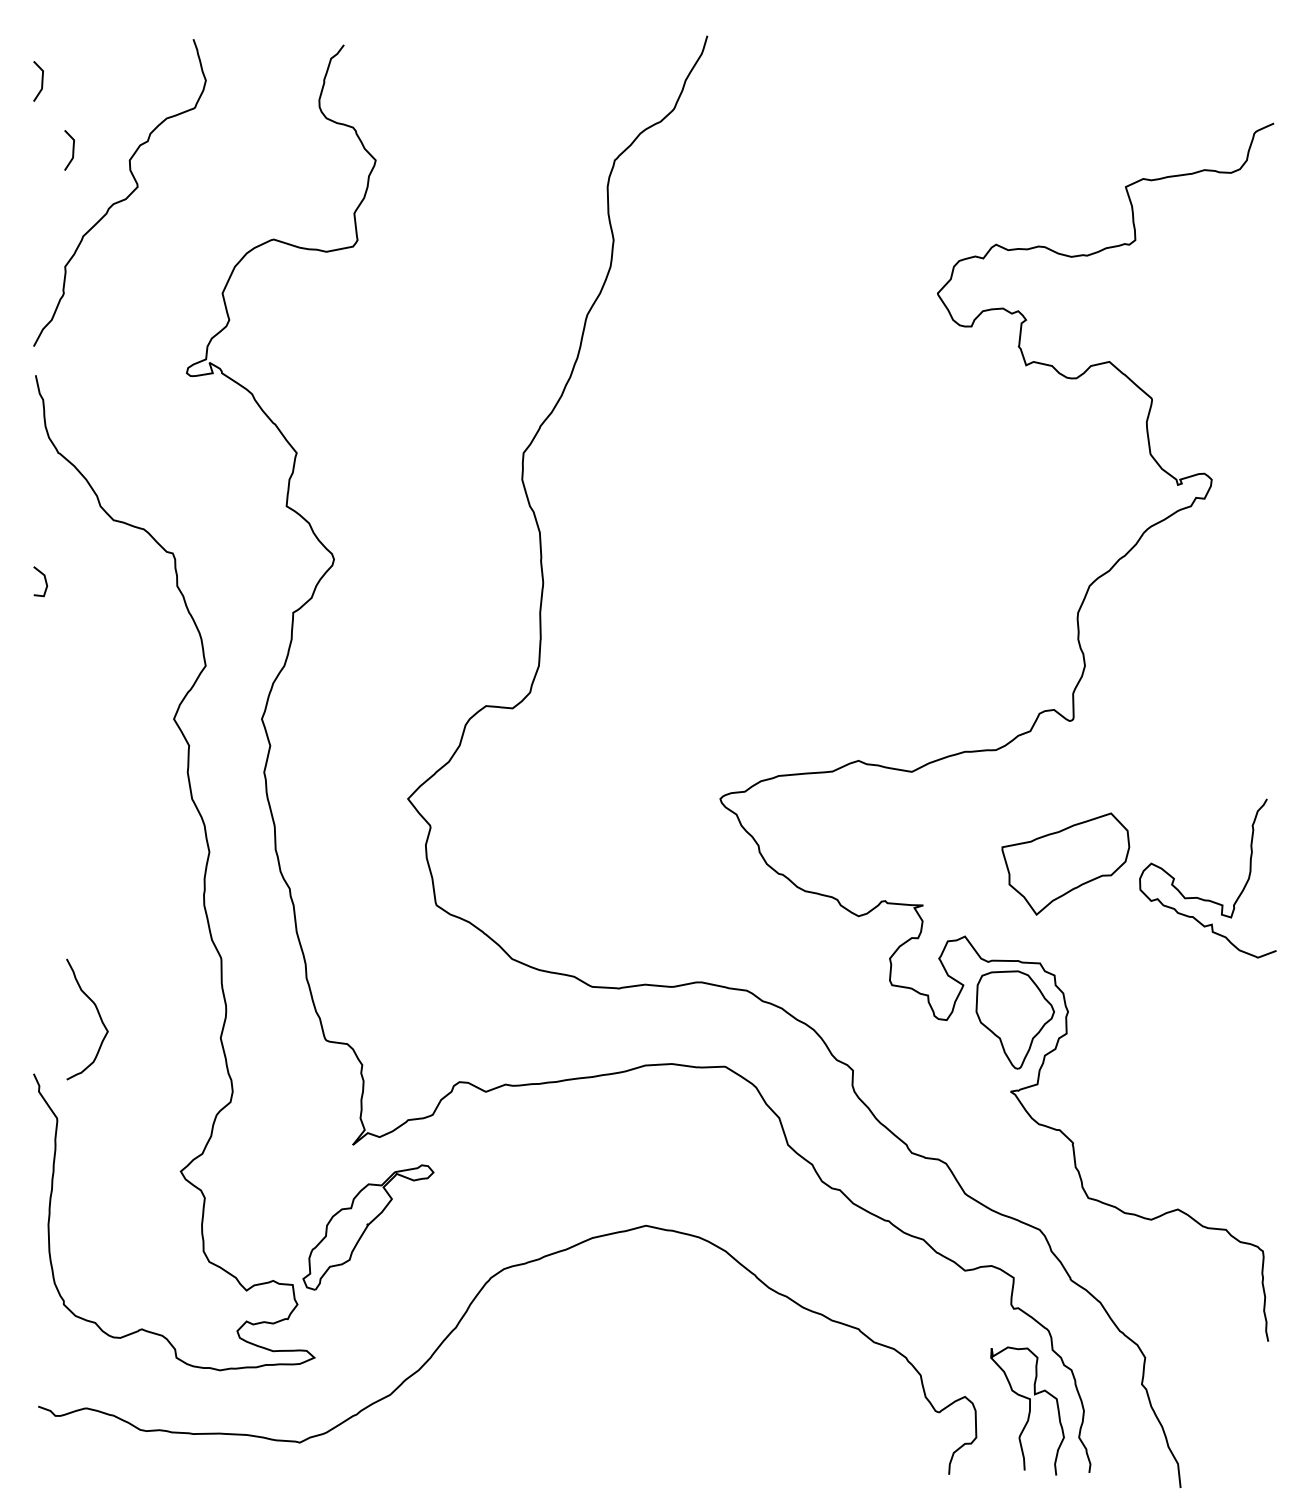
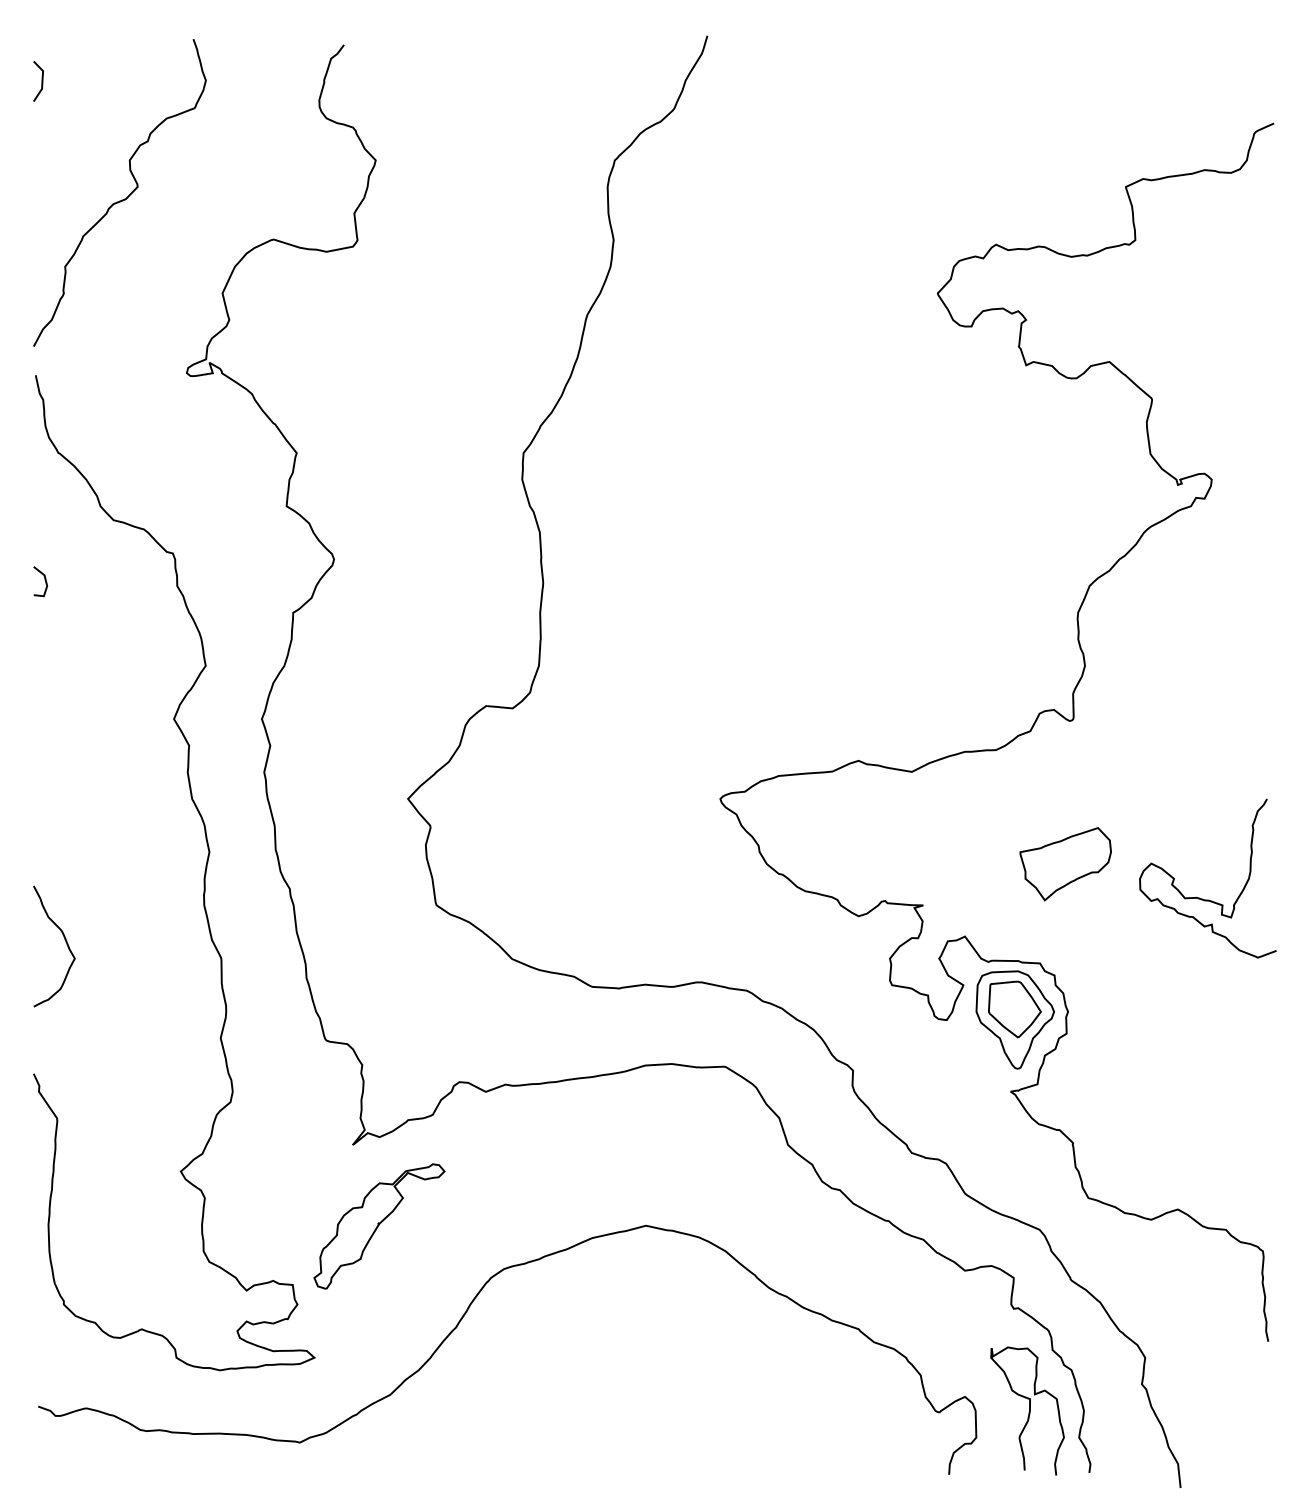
line at (72, 150): present -> none
part at (1065, 863) size: 130x104 px -> 93x75 px
part at (1014, 1009): none -> present
curve at (98, 1015) position: (98, 1015) -> (65, 942)
part at (368, 1227) position: (368, 1227) -> (379, 1226)
